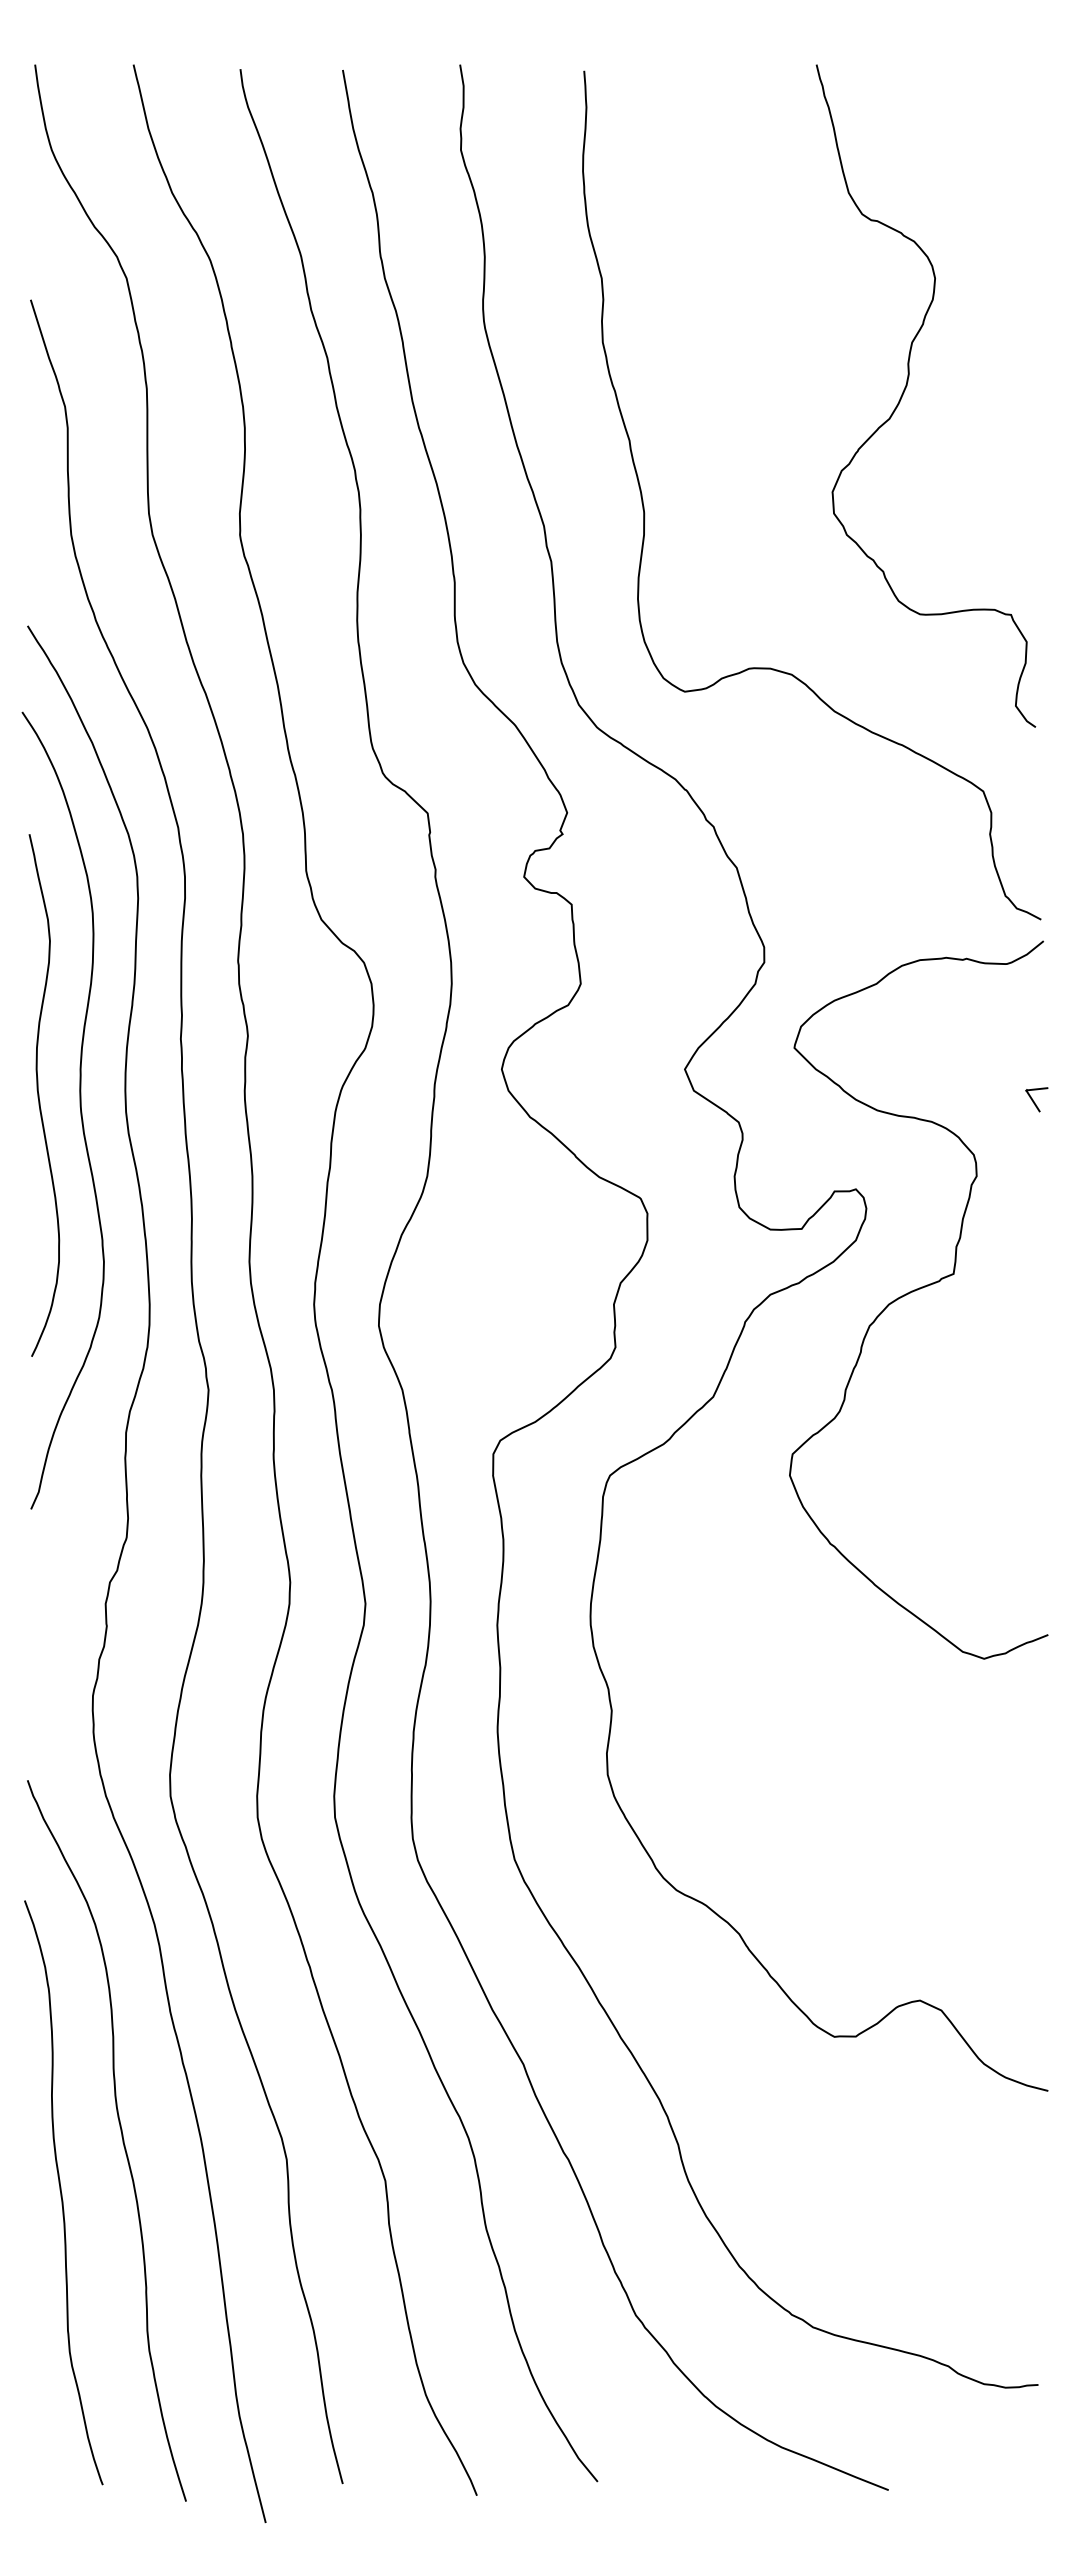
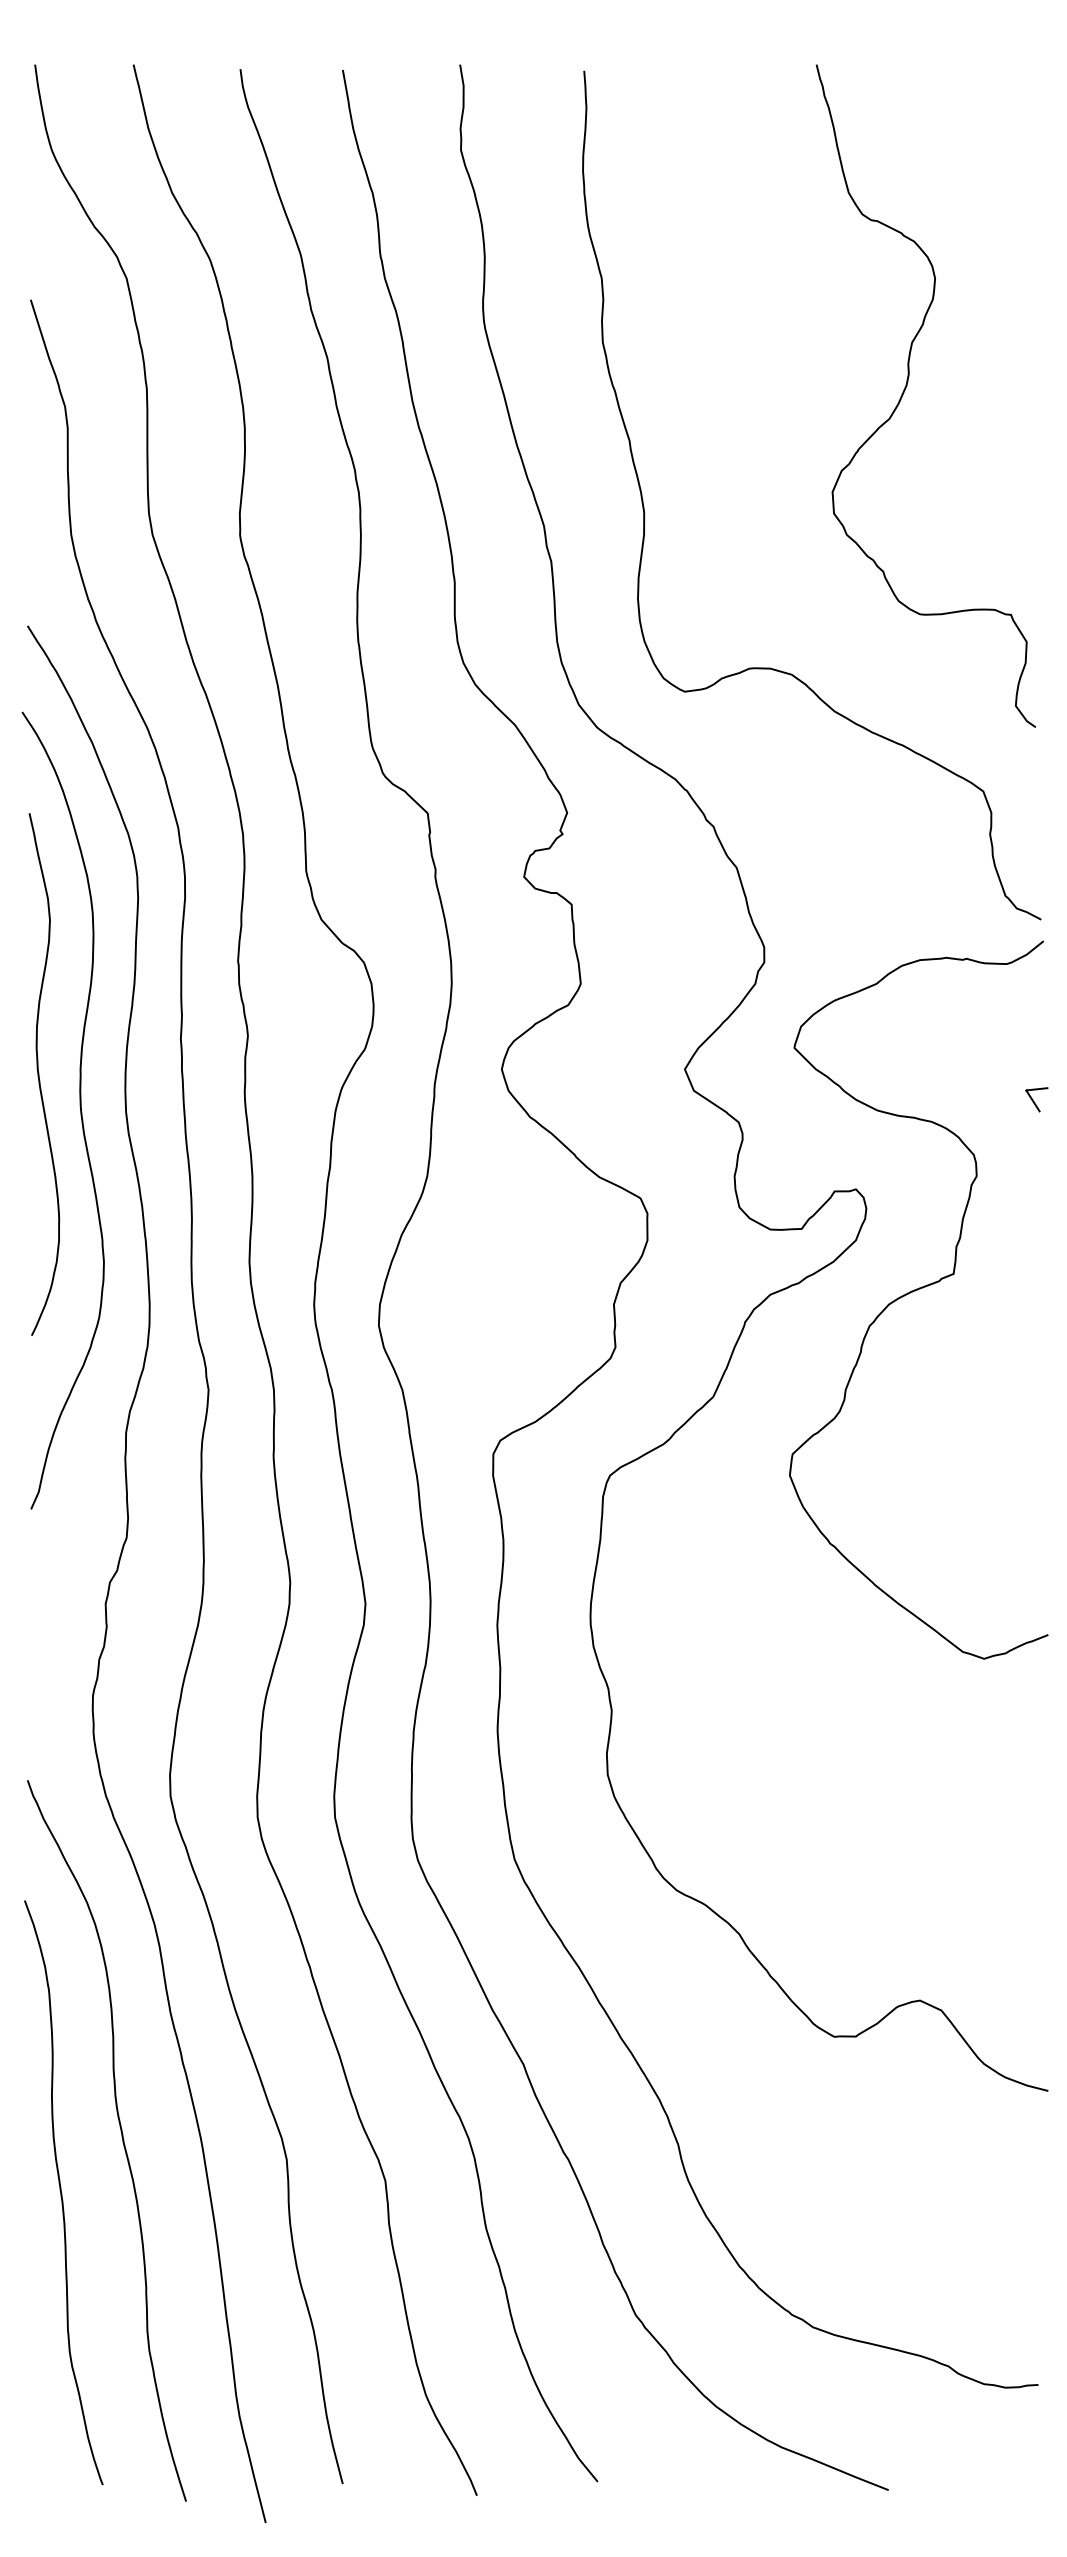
curve at (39, 1095) position: (39, 1095) -> (39, 1074)
